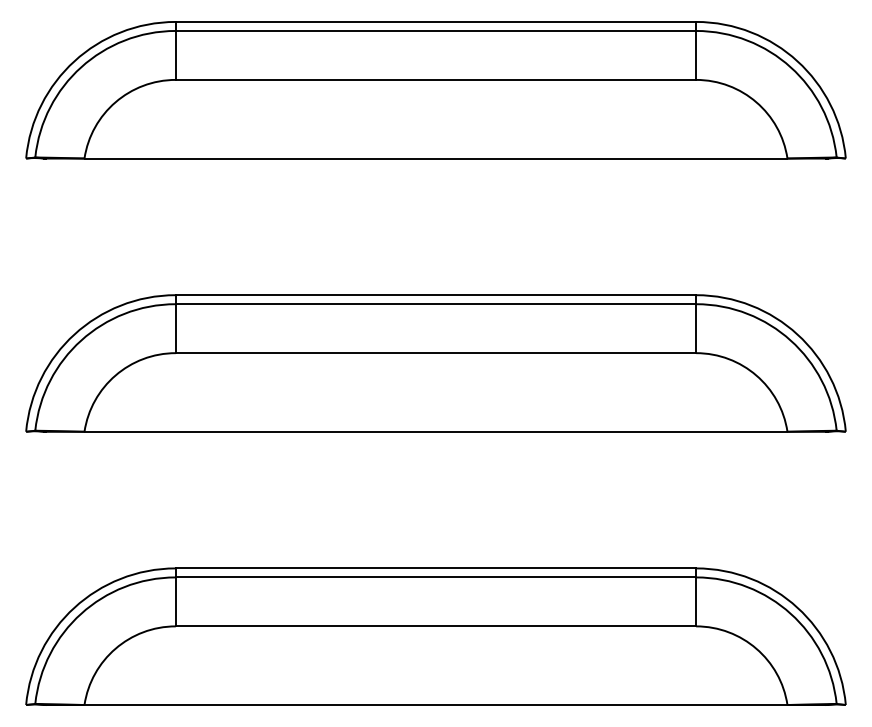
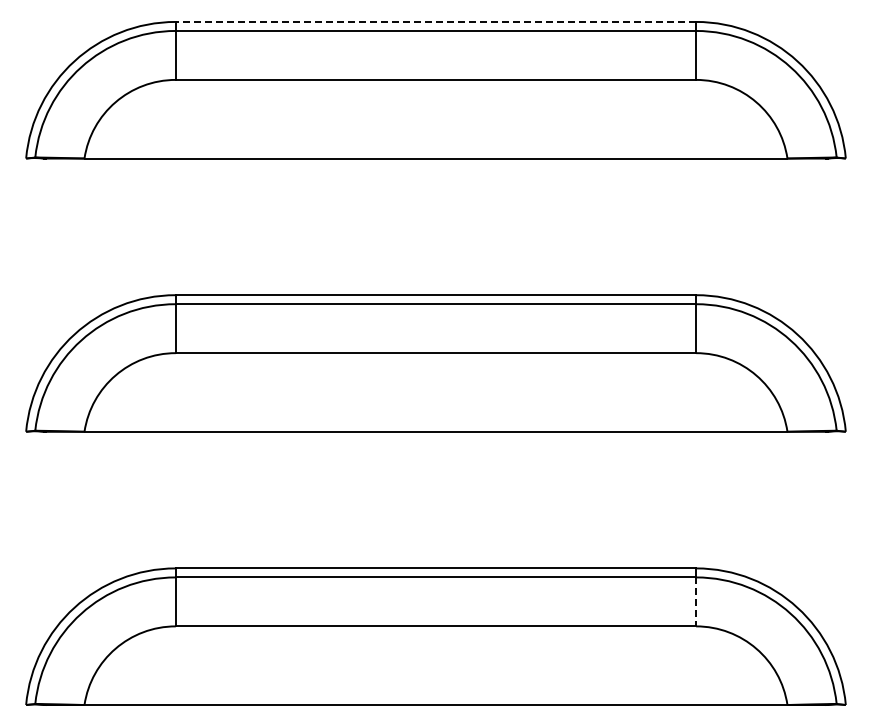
line at (435, 21): solid -> dashed
line at (696, 602): solid -> dashed
